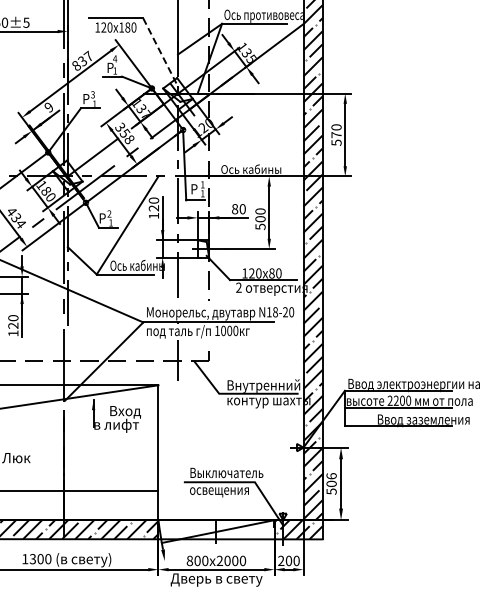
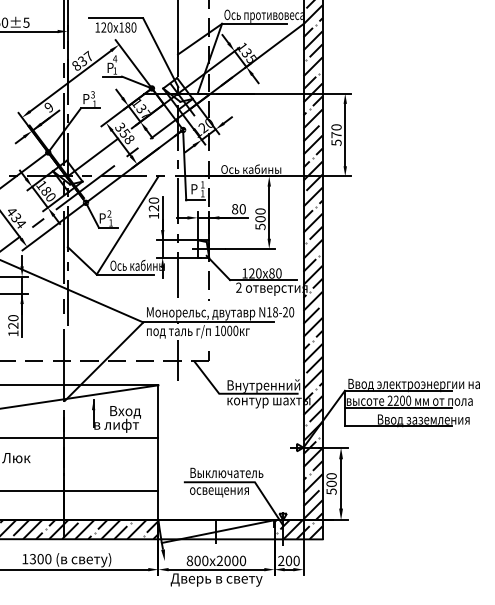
line at (160, 52): dashed -> solid
line at (80, 438): none -> present
text at (331, 476): 506 -> 500
